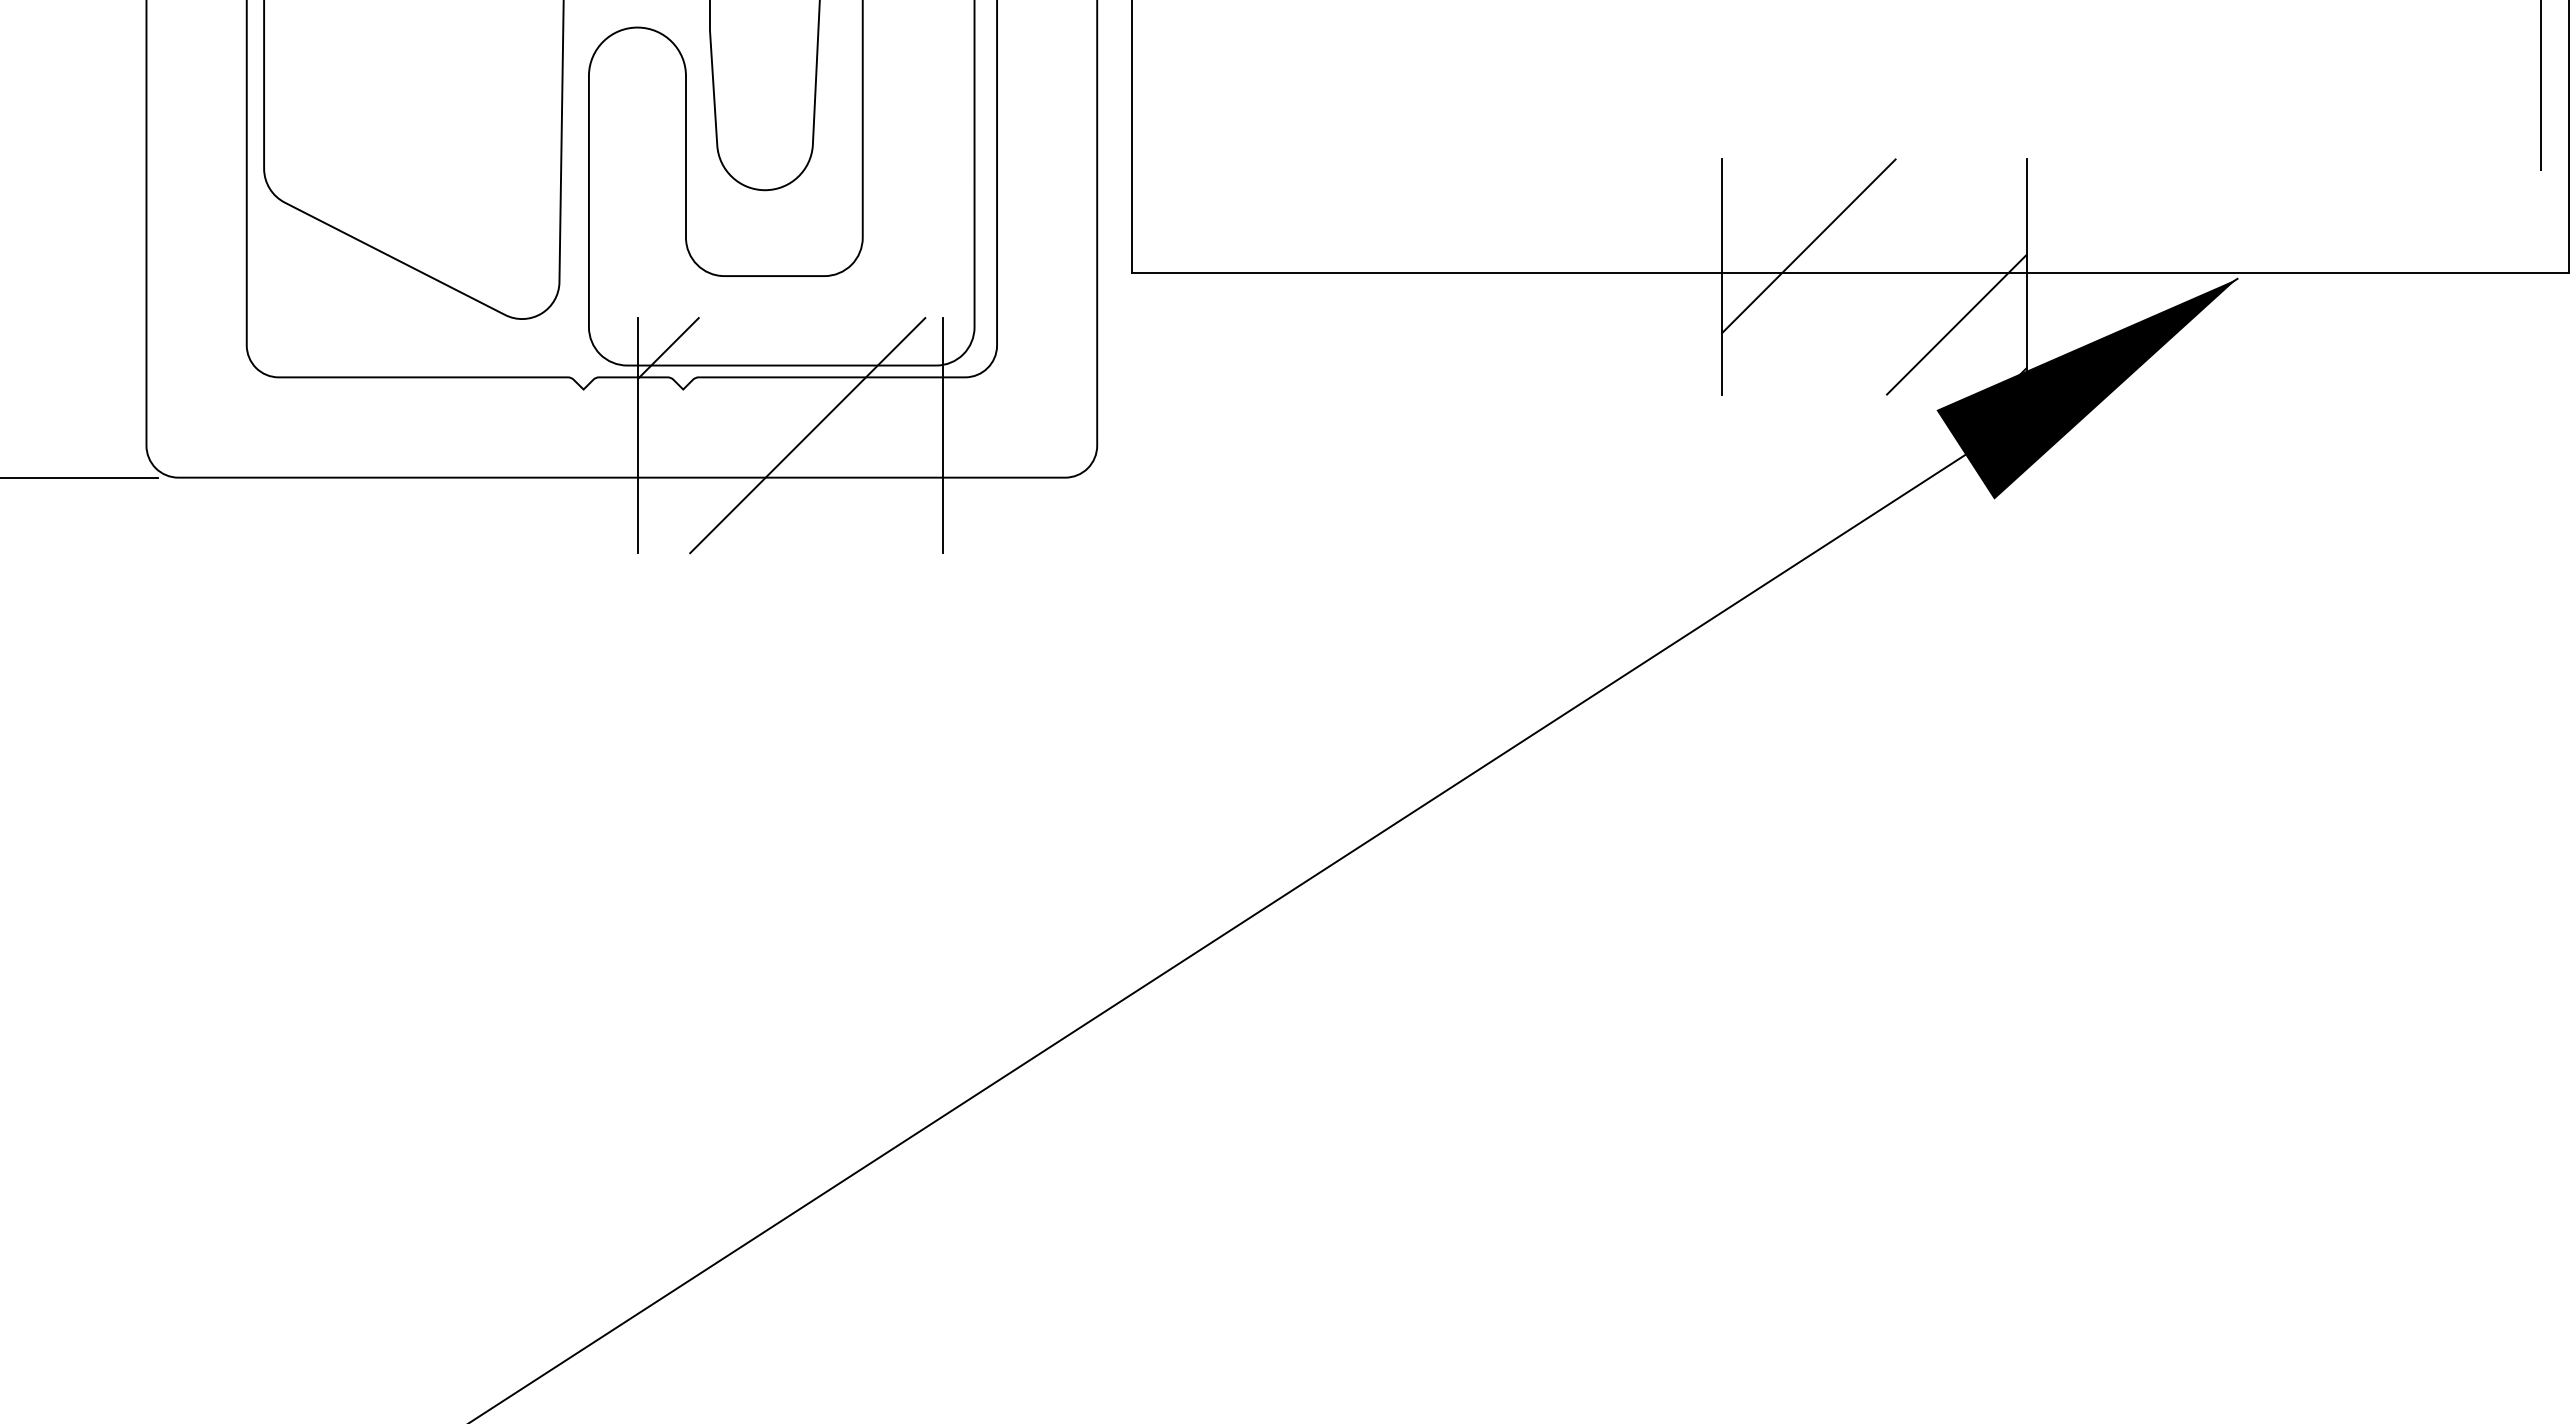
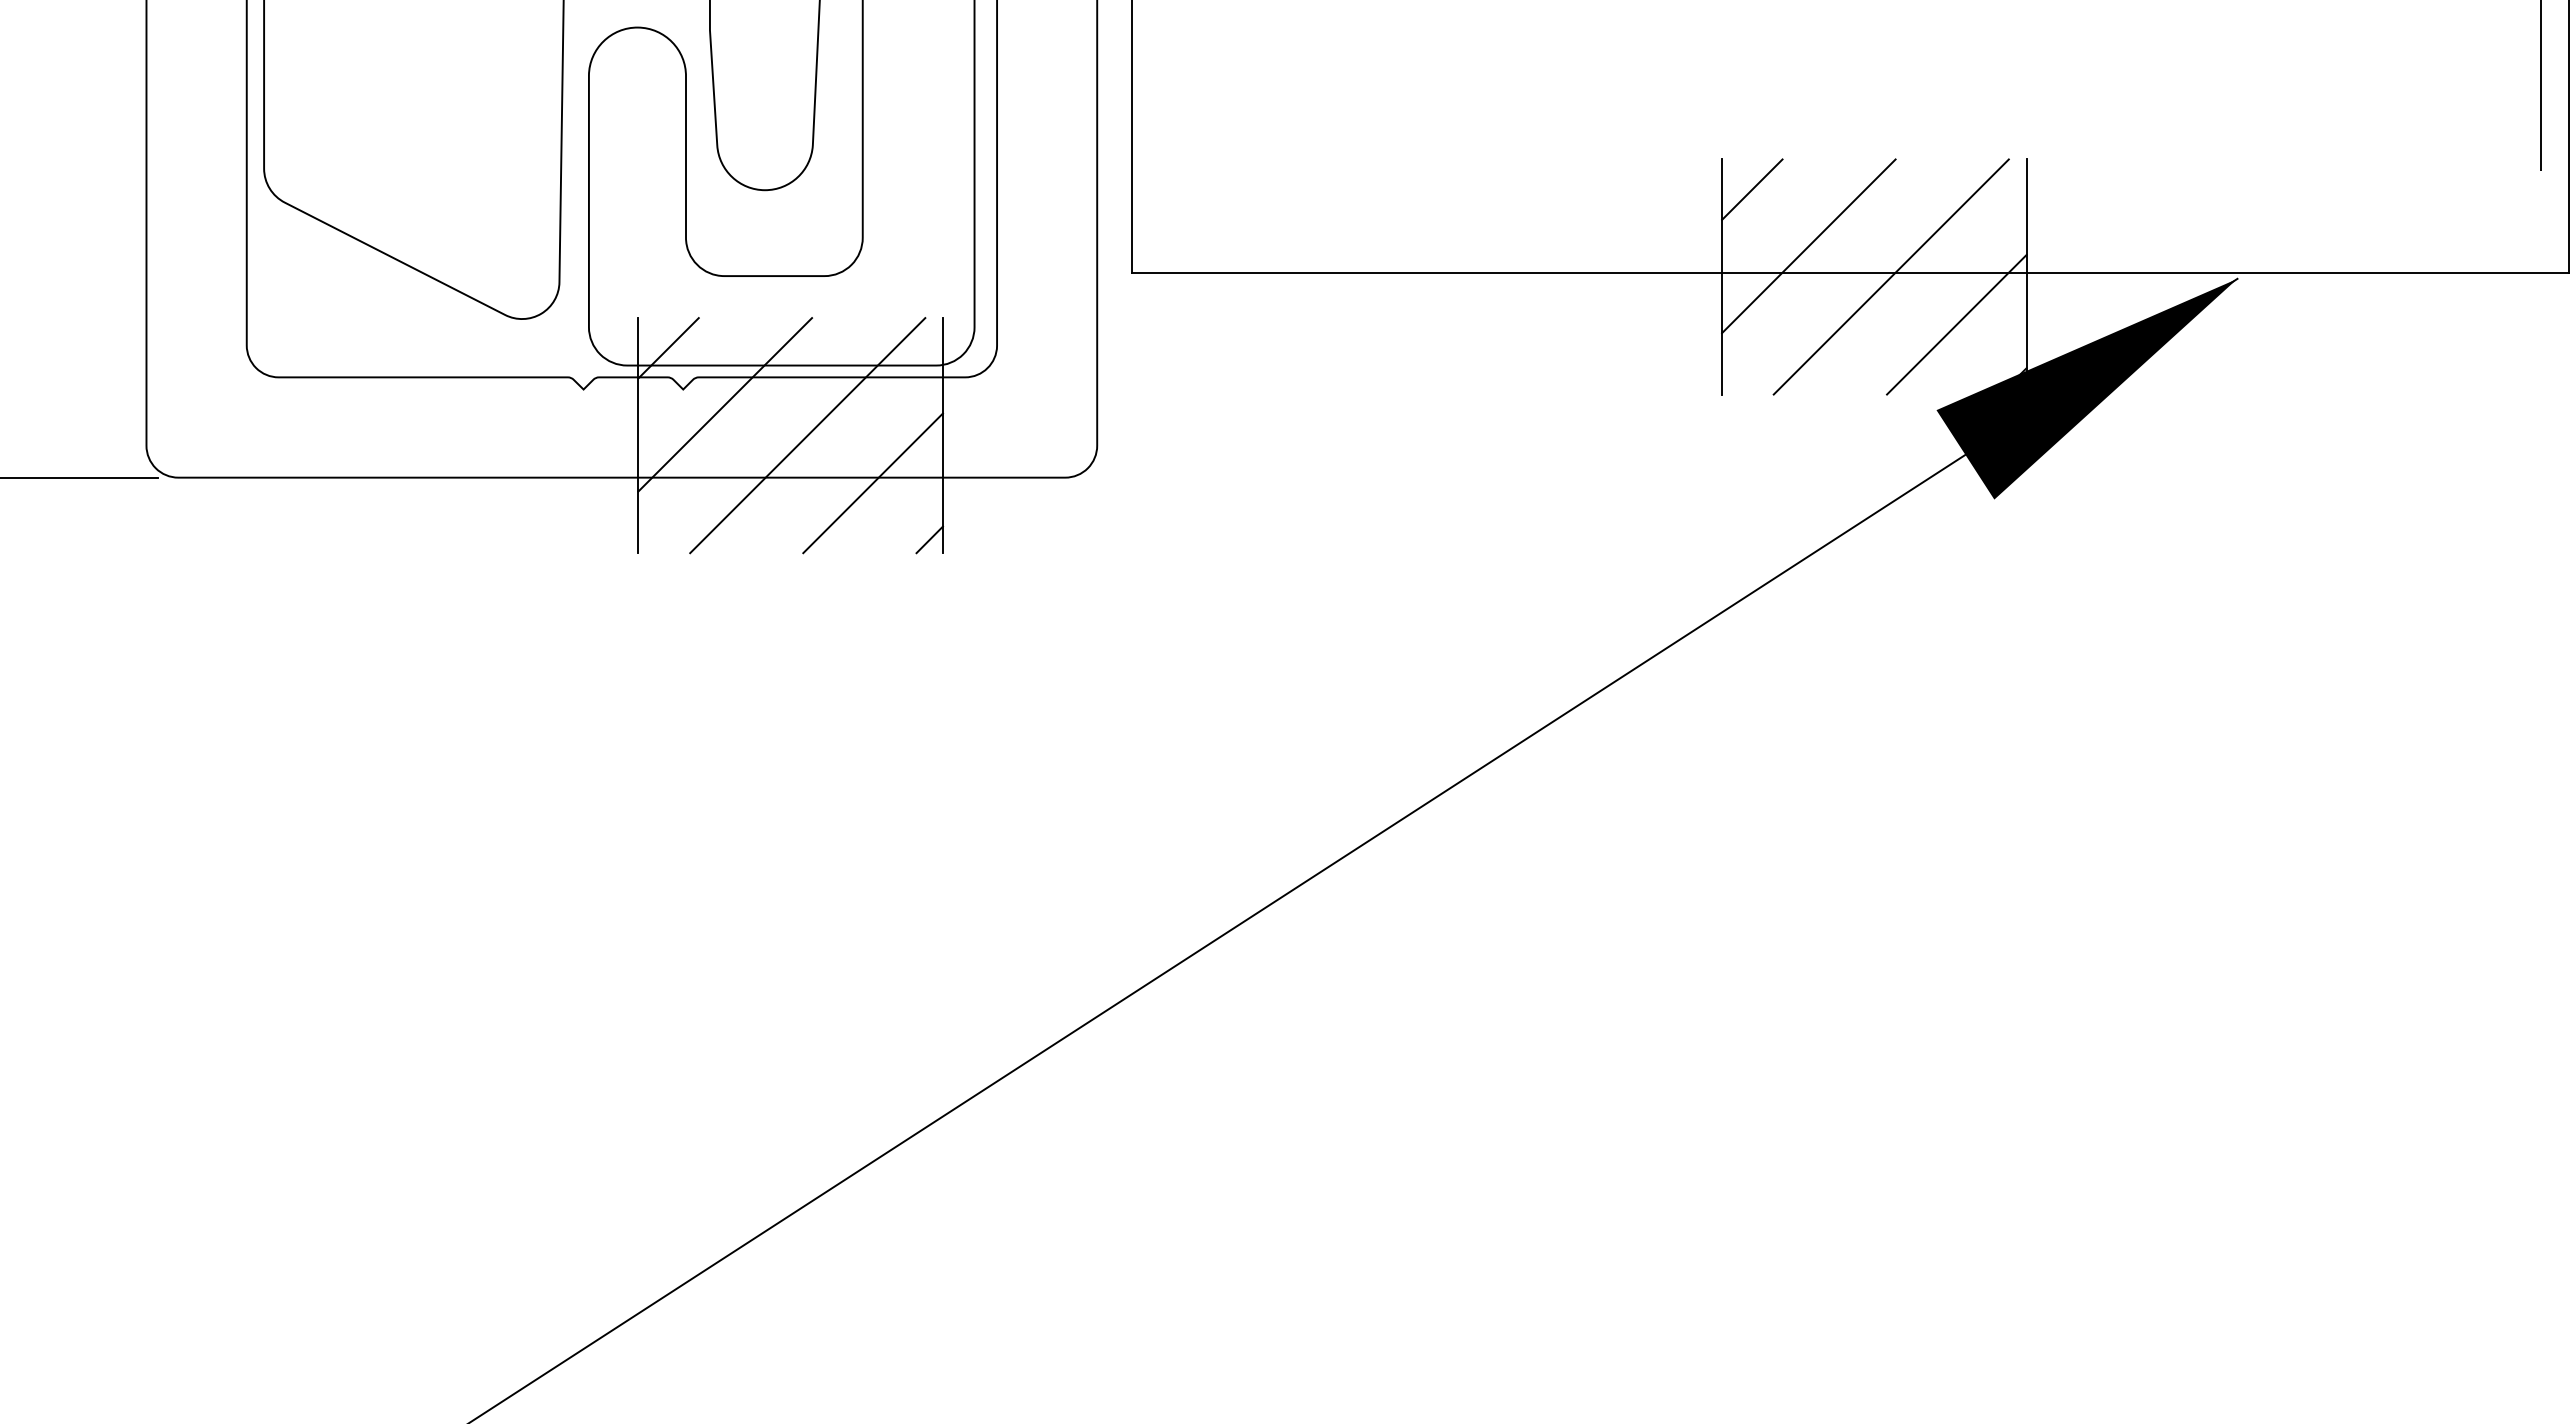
line at (1752, 189): none -> present
line at (1890, 276): none -> present
line at (725, 404): none -> present
line at (872, 483): none -> present
line at (929, 539): none -> present
